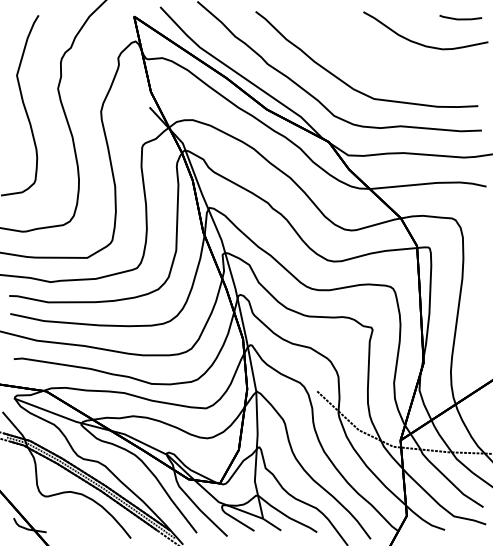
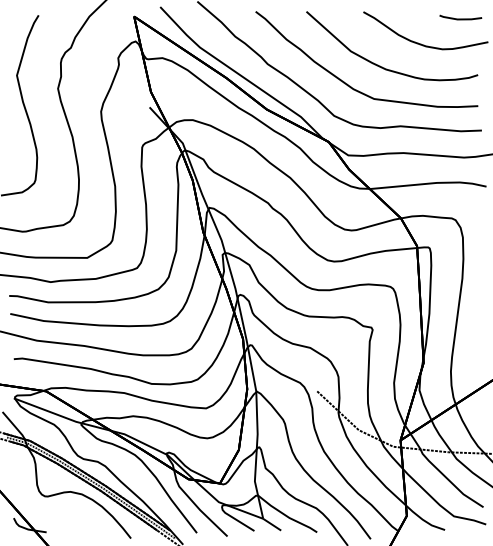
part at (382, 66): none -> present
